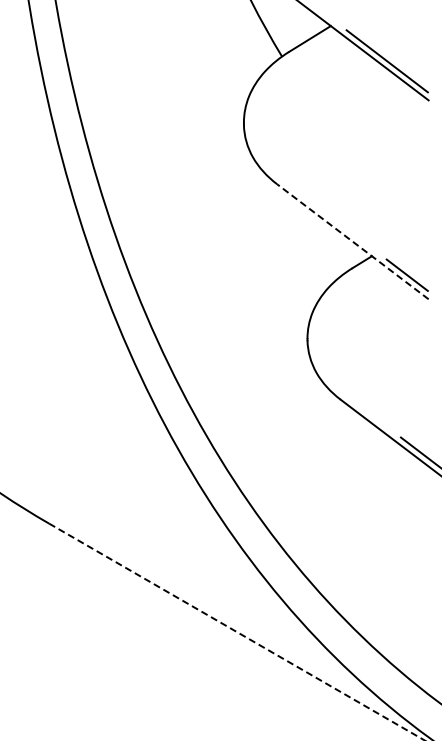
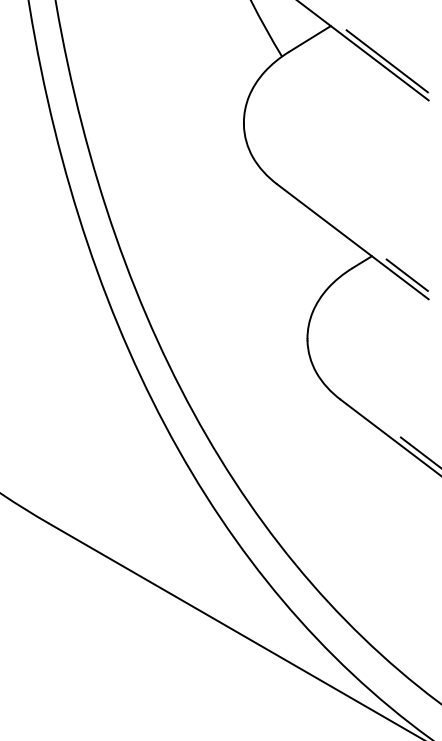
line at (352, 241): dashed -> solid
line at (236, 632): dashed -> solid
